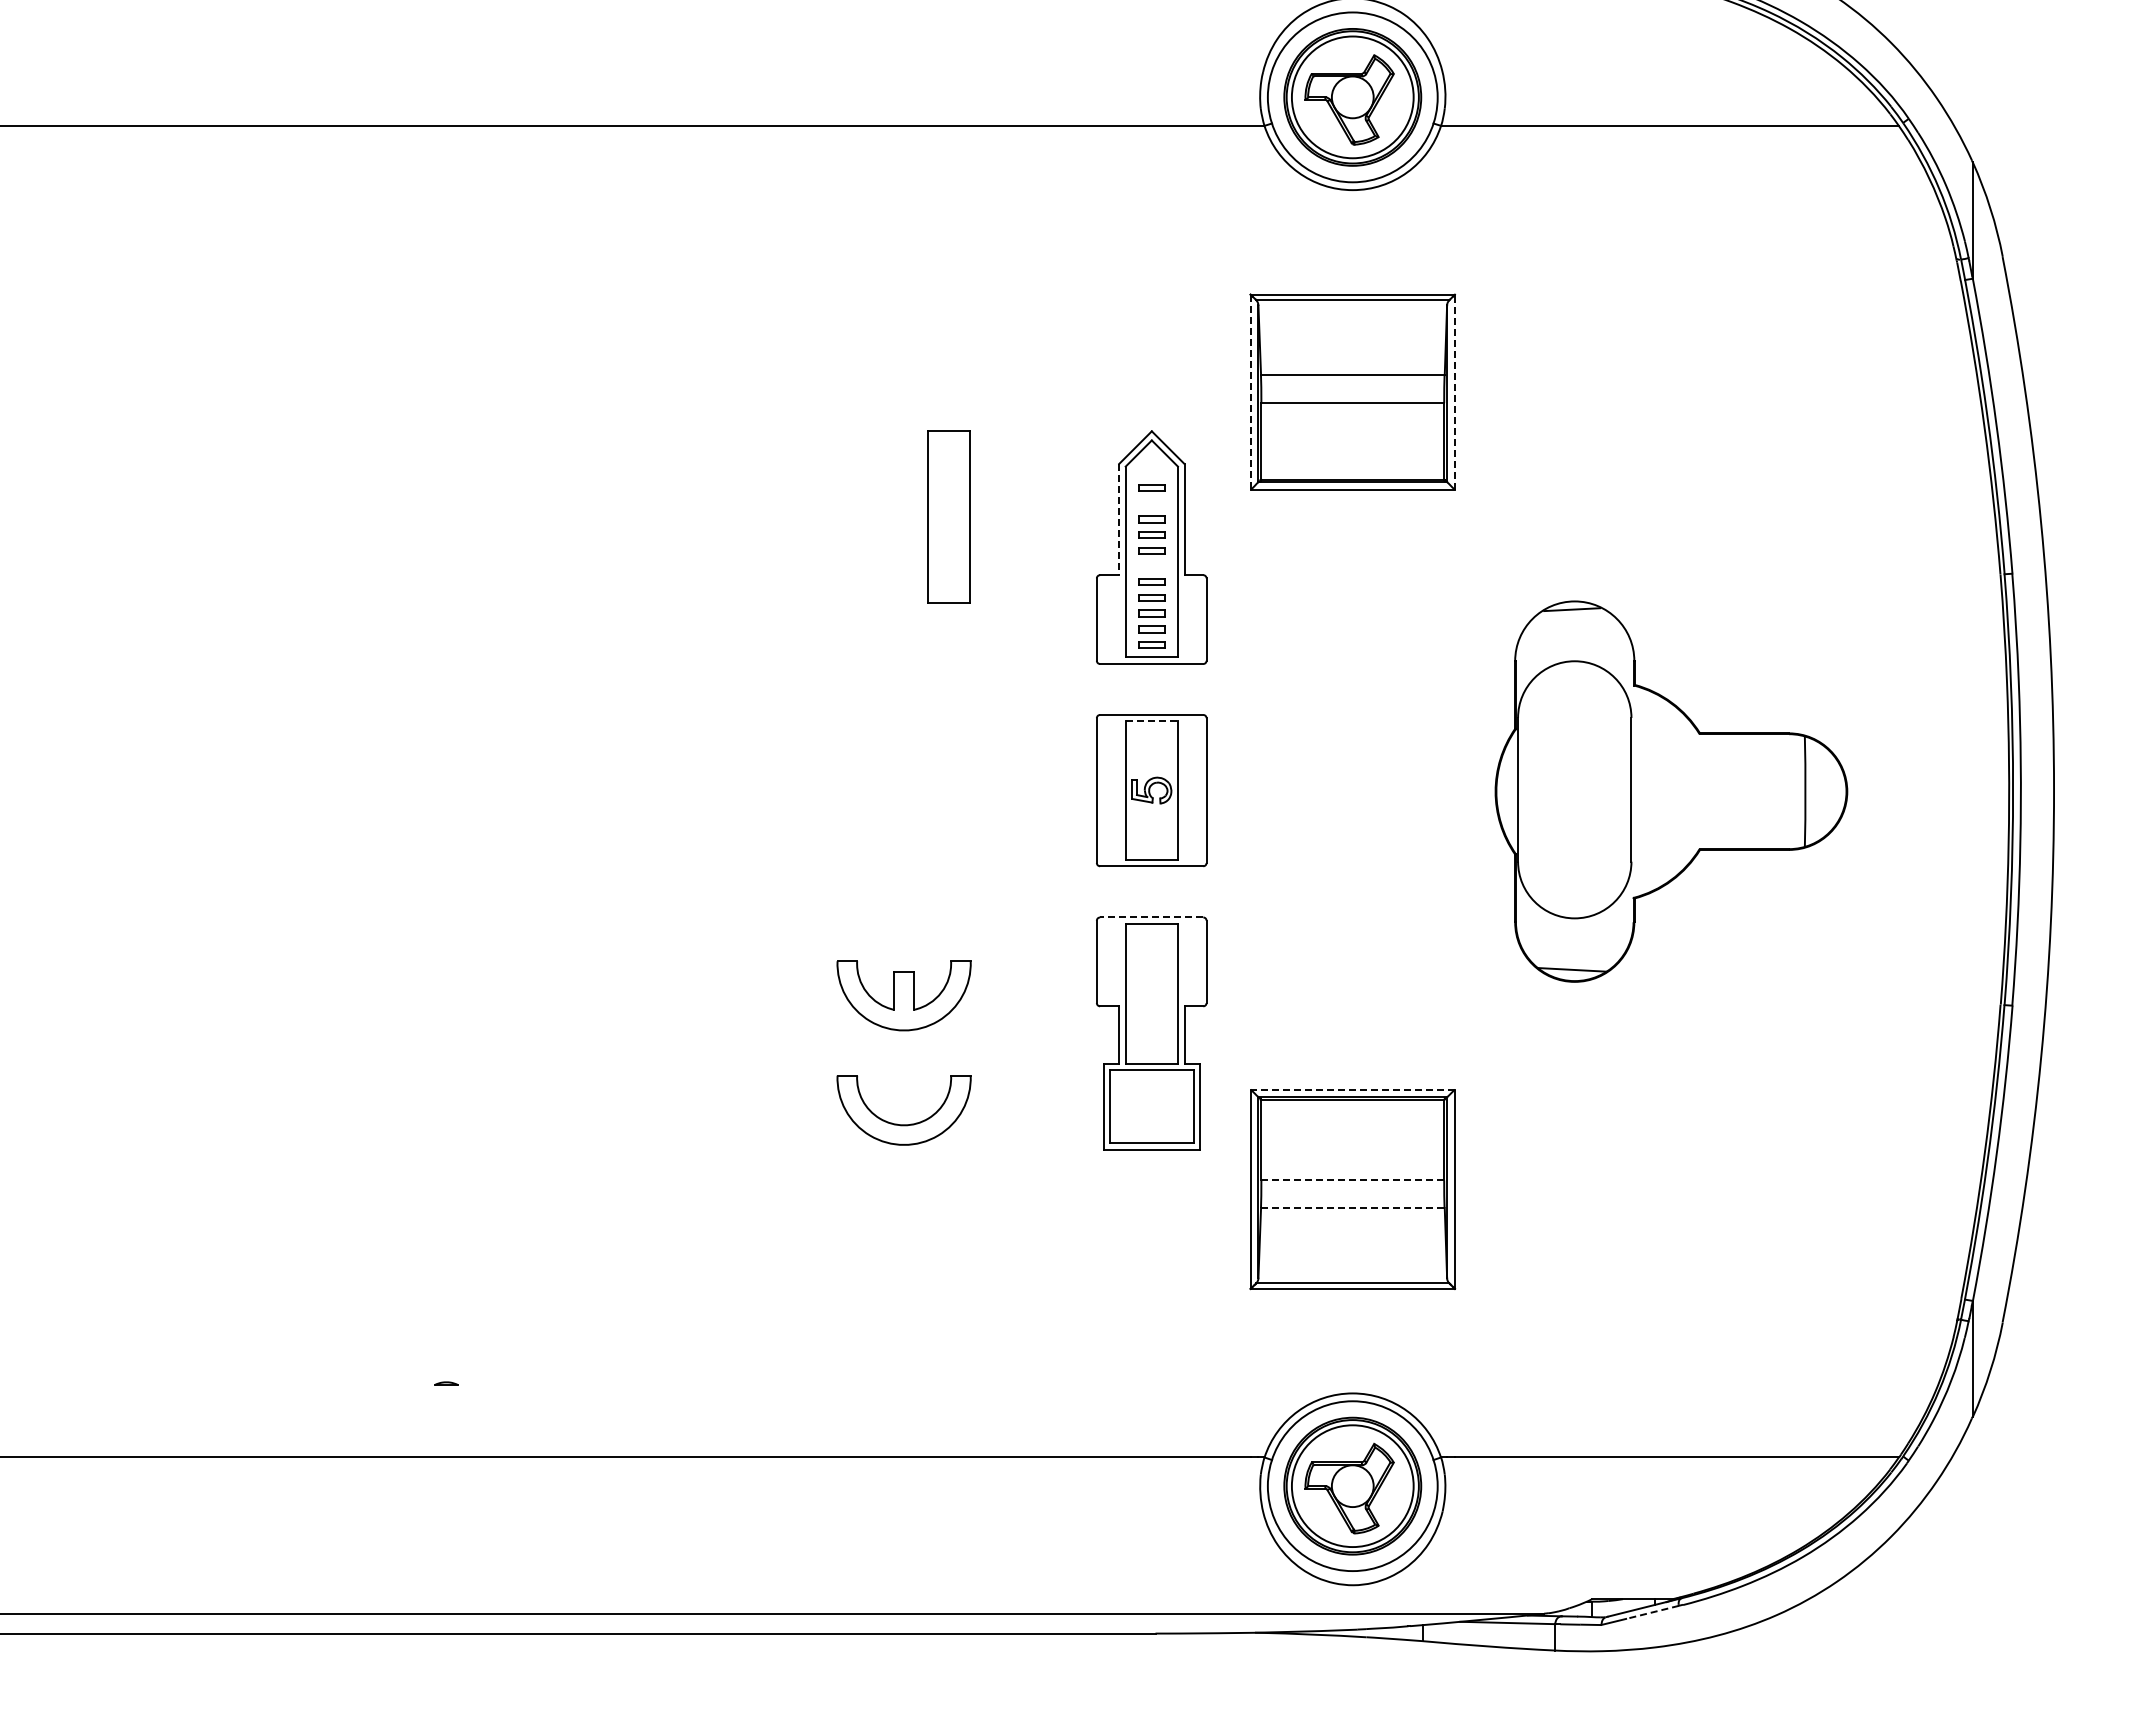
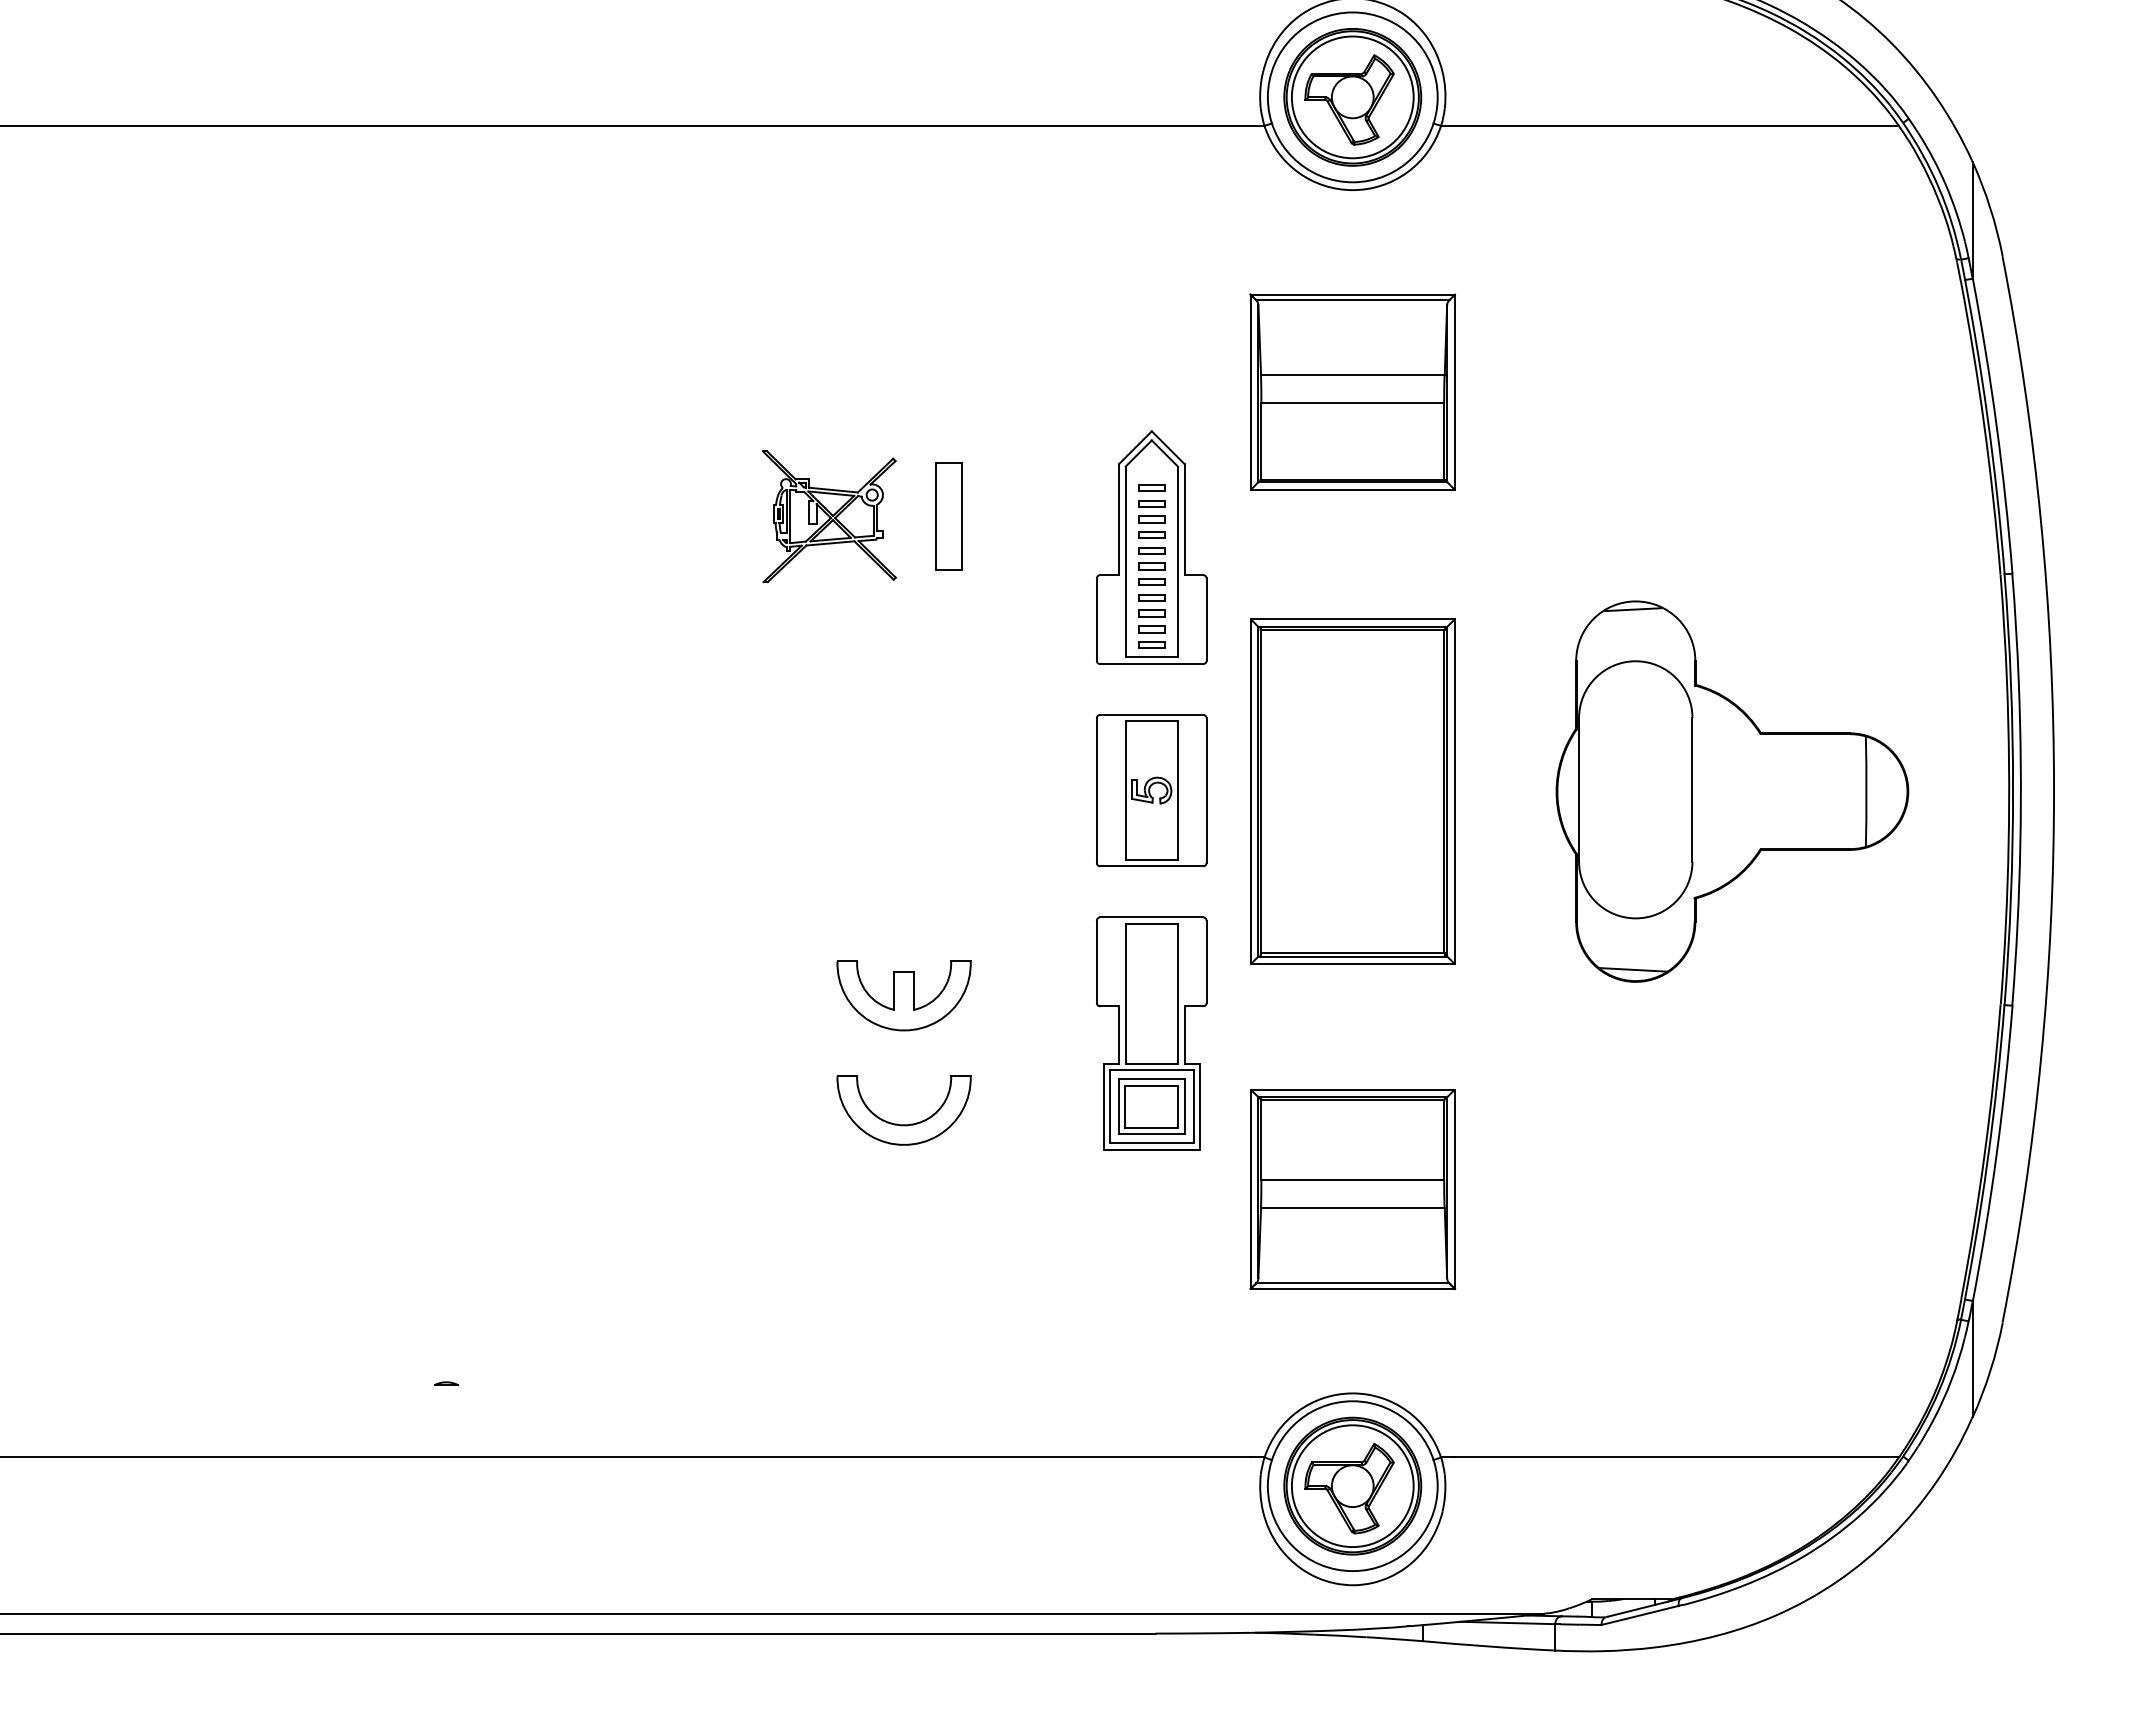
line at (1250, 392): dashed -> solid
line at (1454, 392): dashed -> solid
part at (1151, 503): none -> present
part at (829, 516): none -> present
part at (948, 516) size: 44x174 px -> 28x109 px
line at (1119, 519): dashed -> solid
part at (1151, 566): none -> present
line at (1152, 721): dashed -> solid
part at (1352, 791): none -> present
part at (1671, 791) position: (1671, 791) -> (1732, 791)
line at (1151, 917): dashed -> solid
line at (1352, 1089): dashed -> solid
part at (1151, 1106): none -> present
line at (1352, 1180): dashed -> solid
line at (1352, 1208): dashed -> solid
line at (1652, 1612): dashed -> solid
